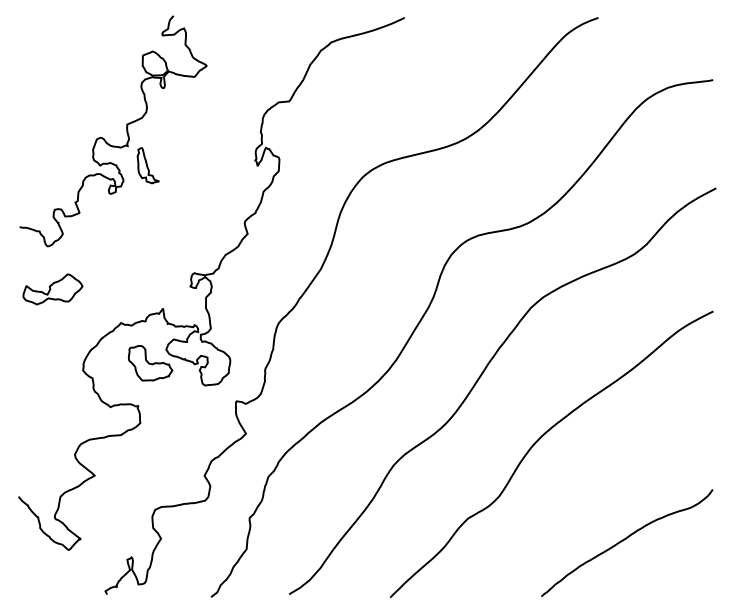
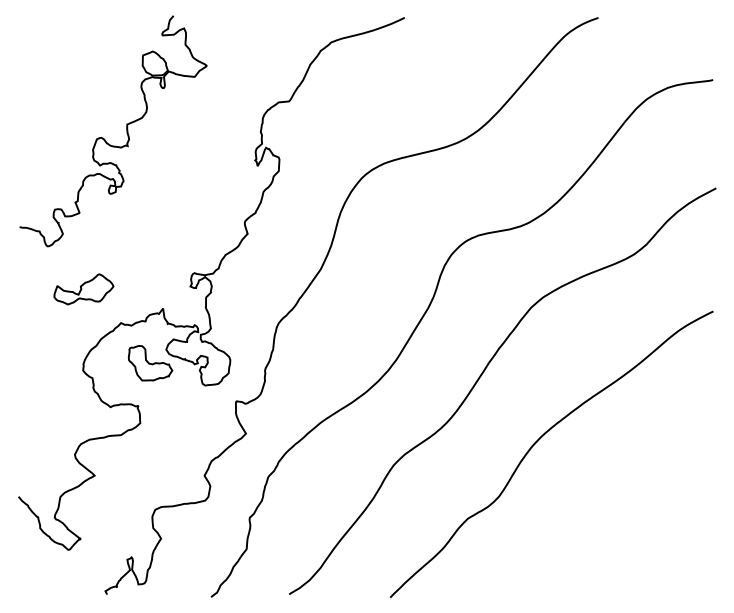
part at (147, 165): present -> none
part at (52, 289) position: (52, 289) -> (83, 289)
curve at (626, 539): present -> none
